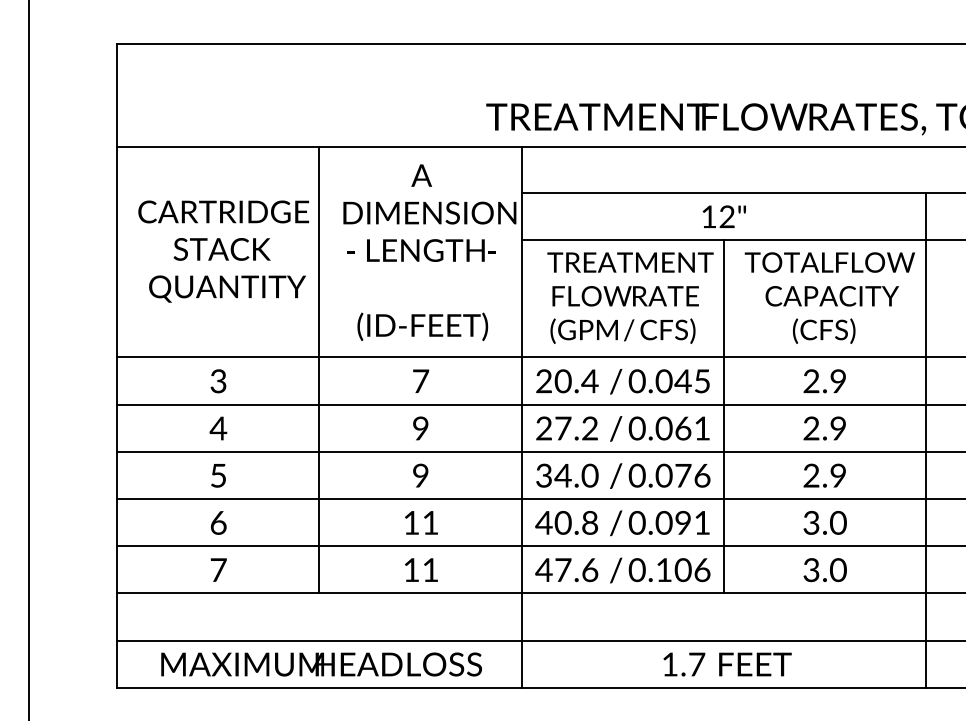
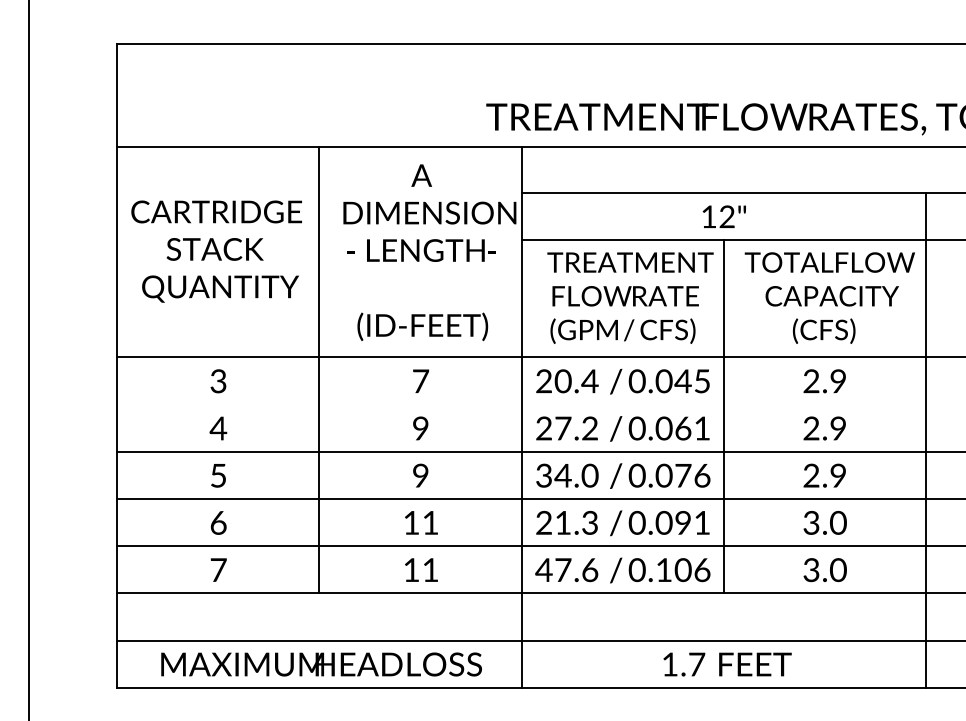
text at (223, 251) position: (223, 251) -> (216, 251)
line at (539, 404): present -> none
text at (566, 522): 40.8 -> 21.3
